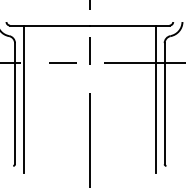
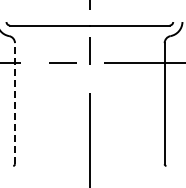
line at (23, 99): present -> none
line at (155, 99): present -> none
line at (15, 103): solid -> dashed
